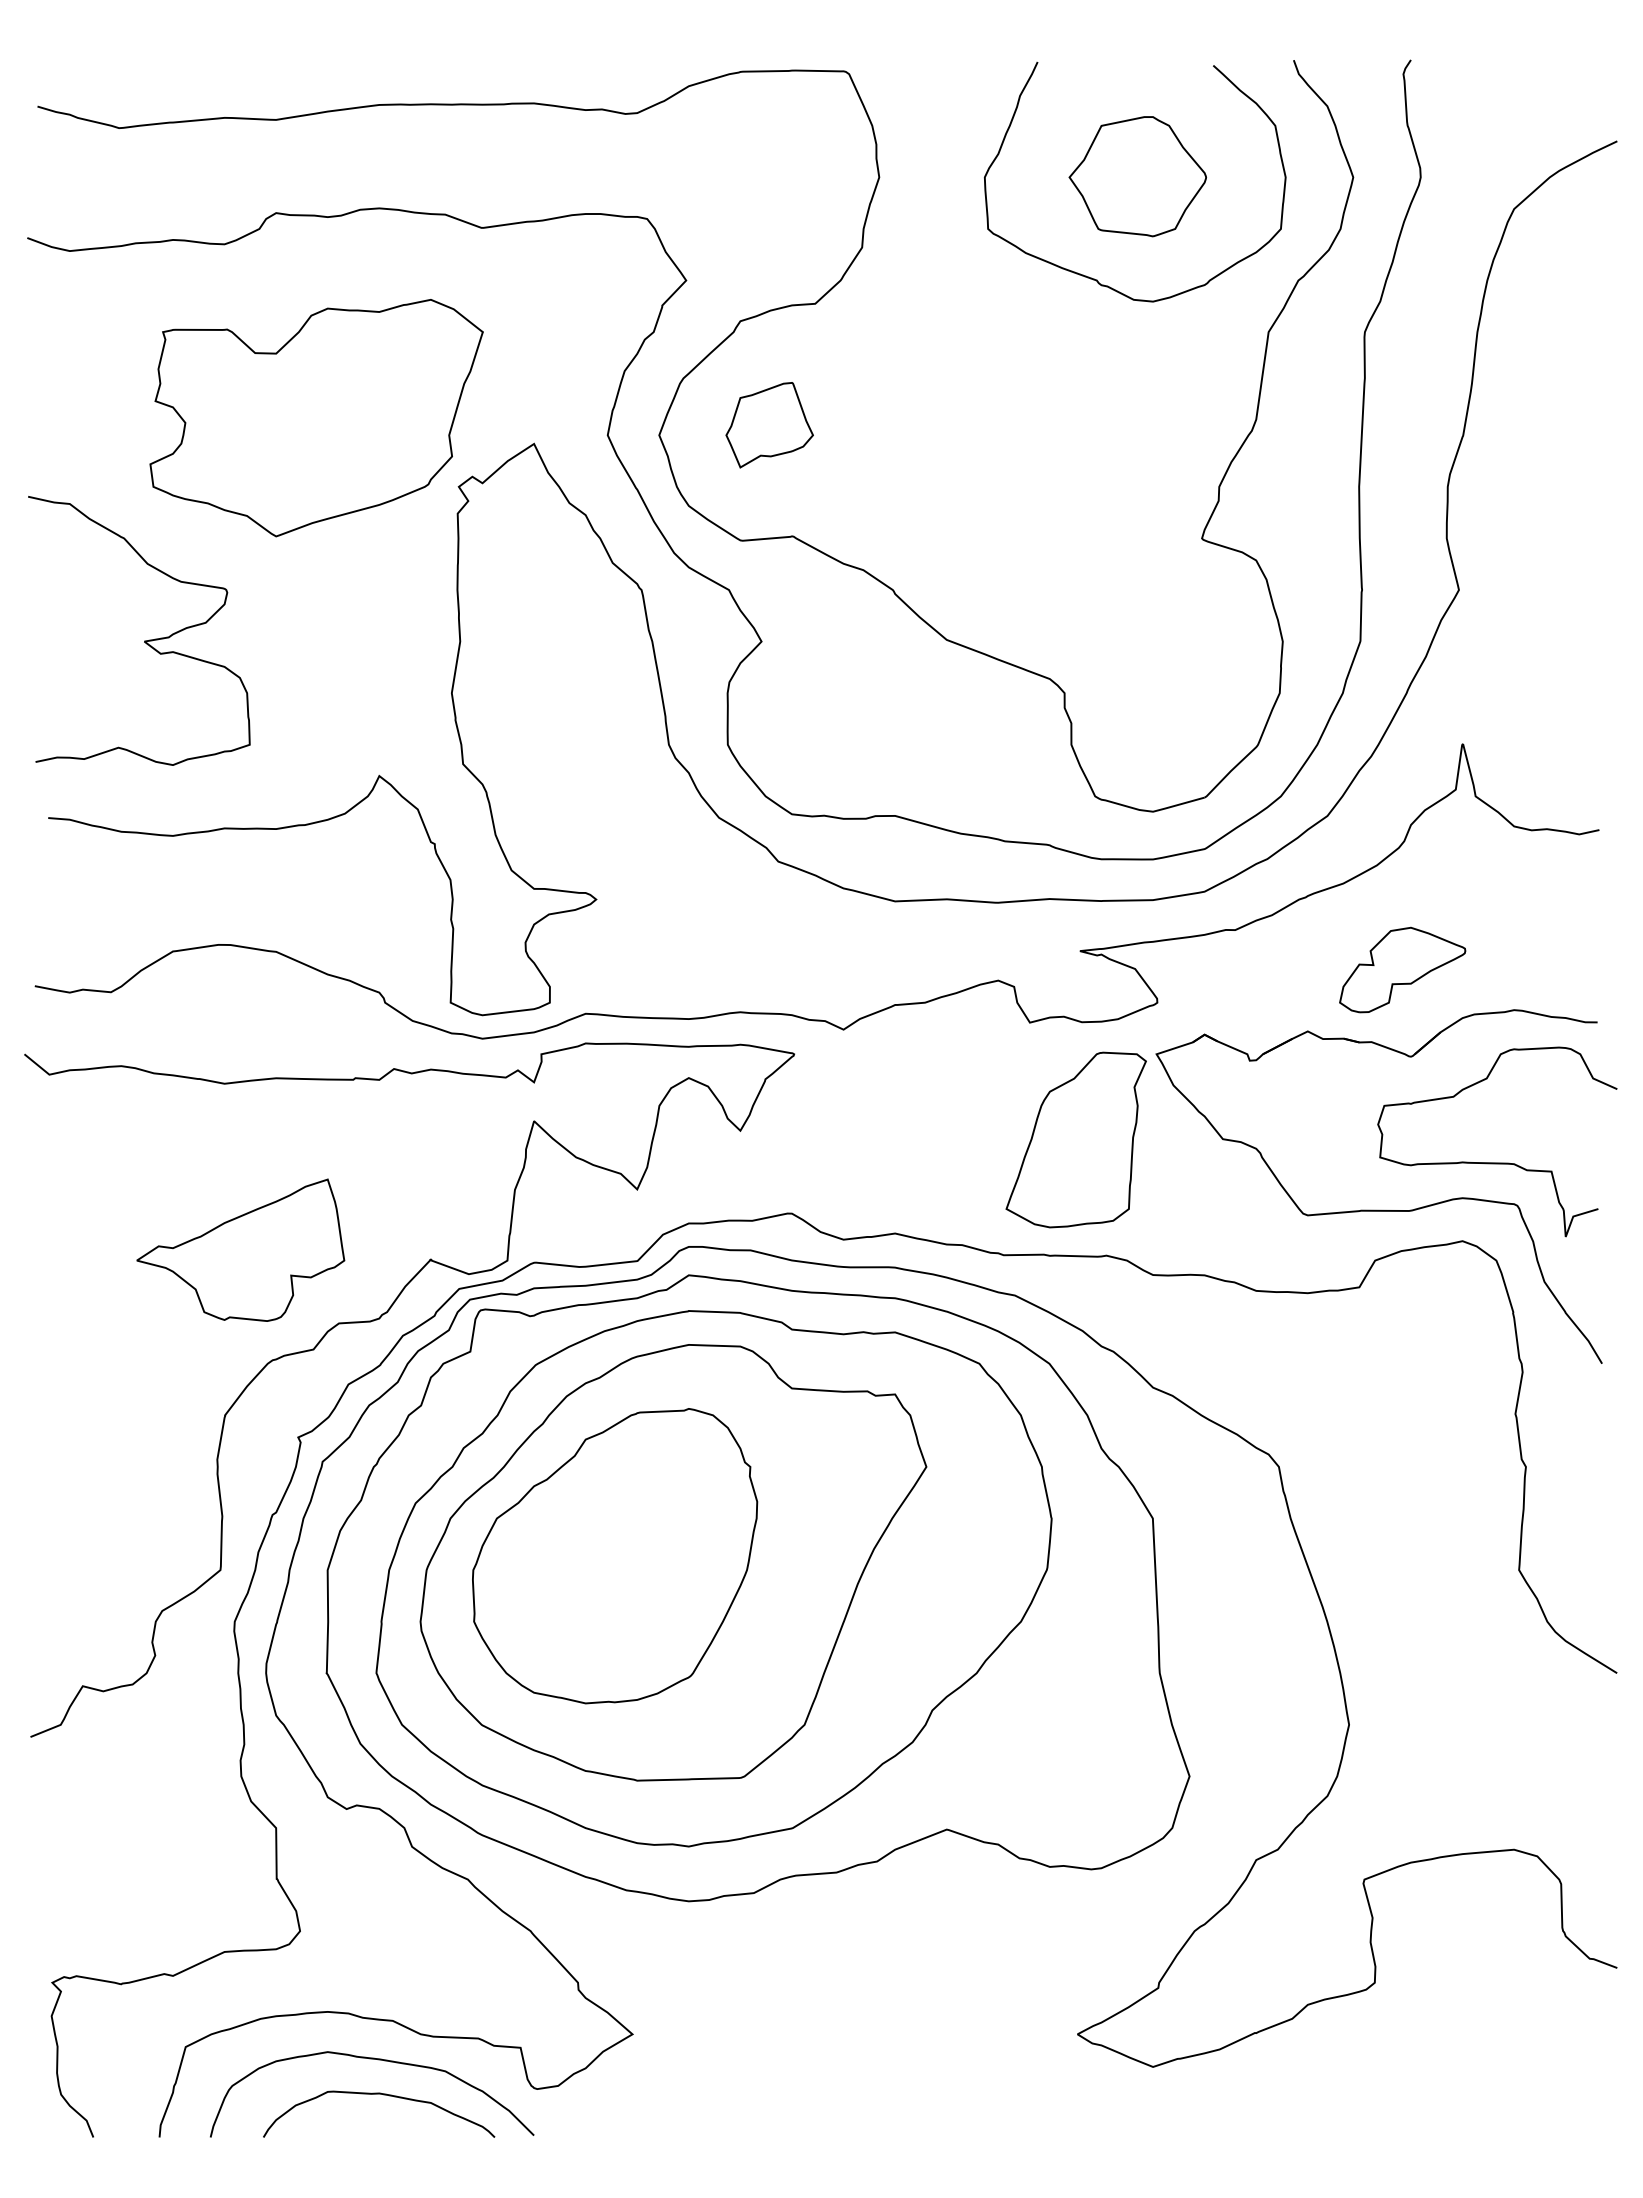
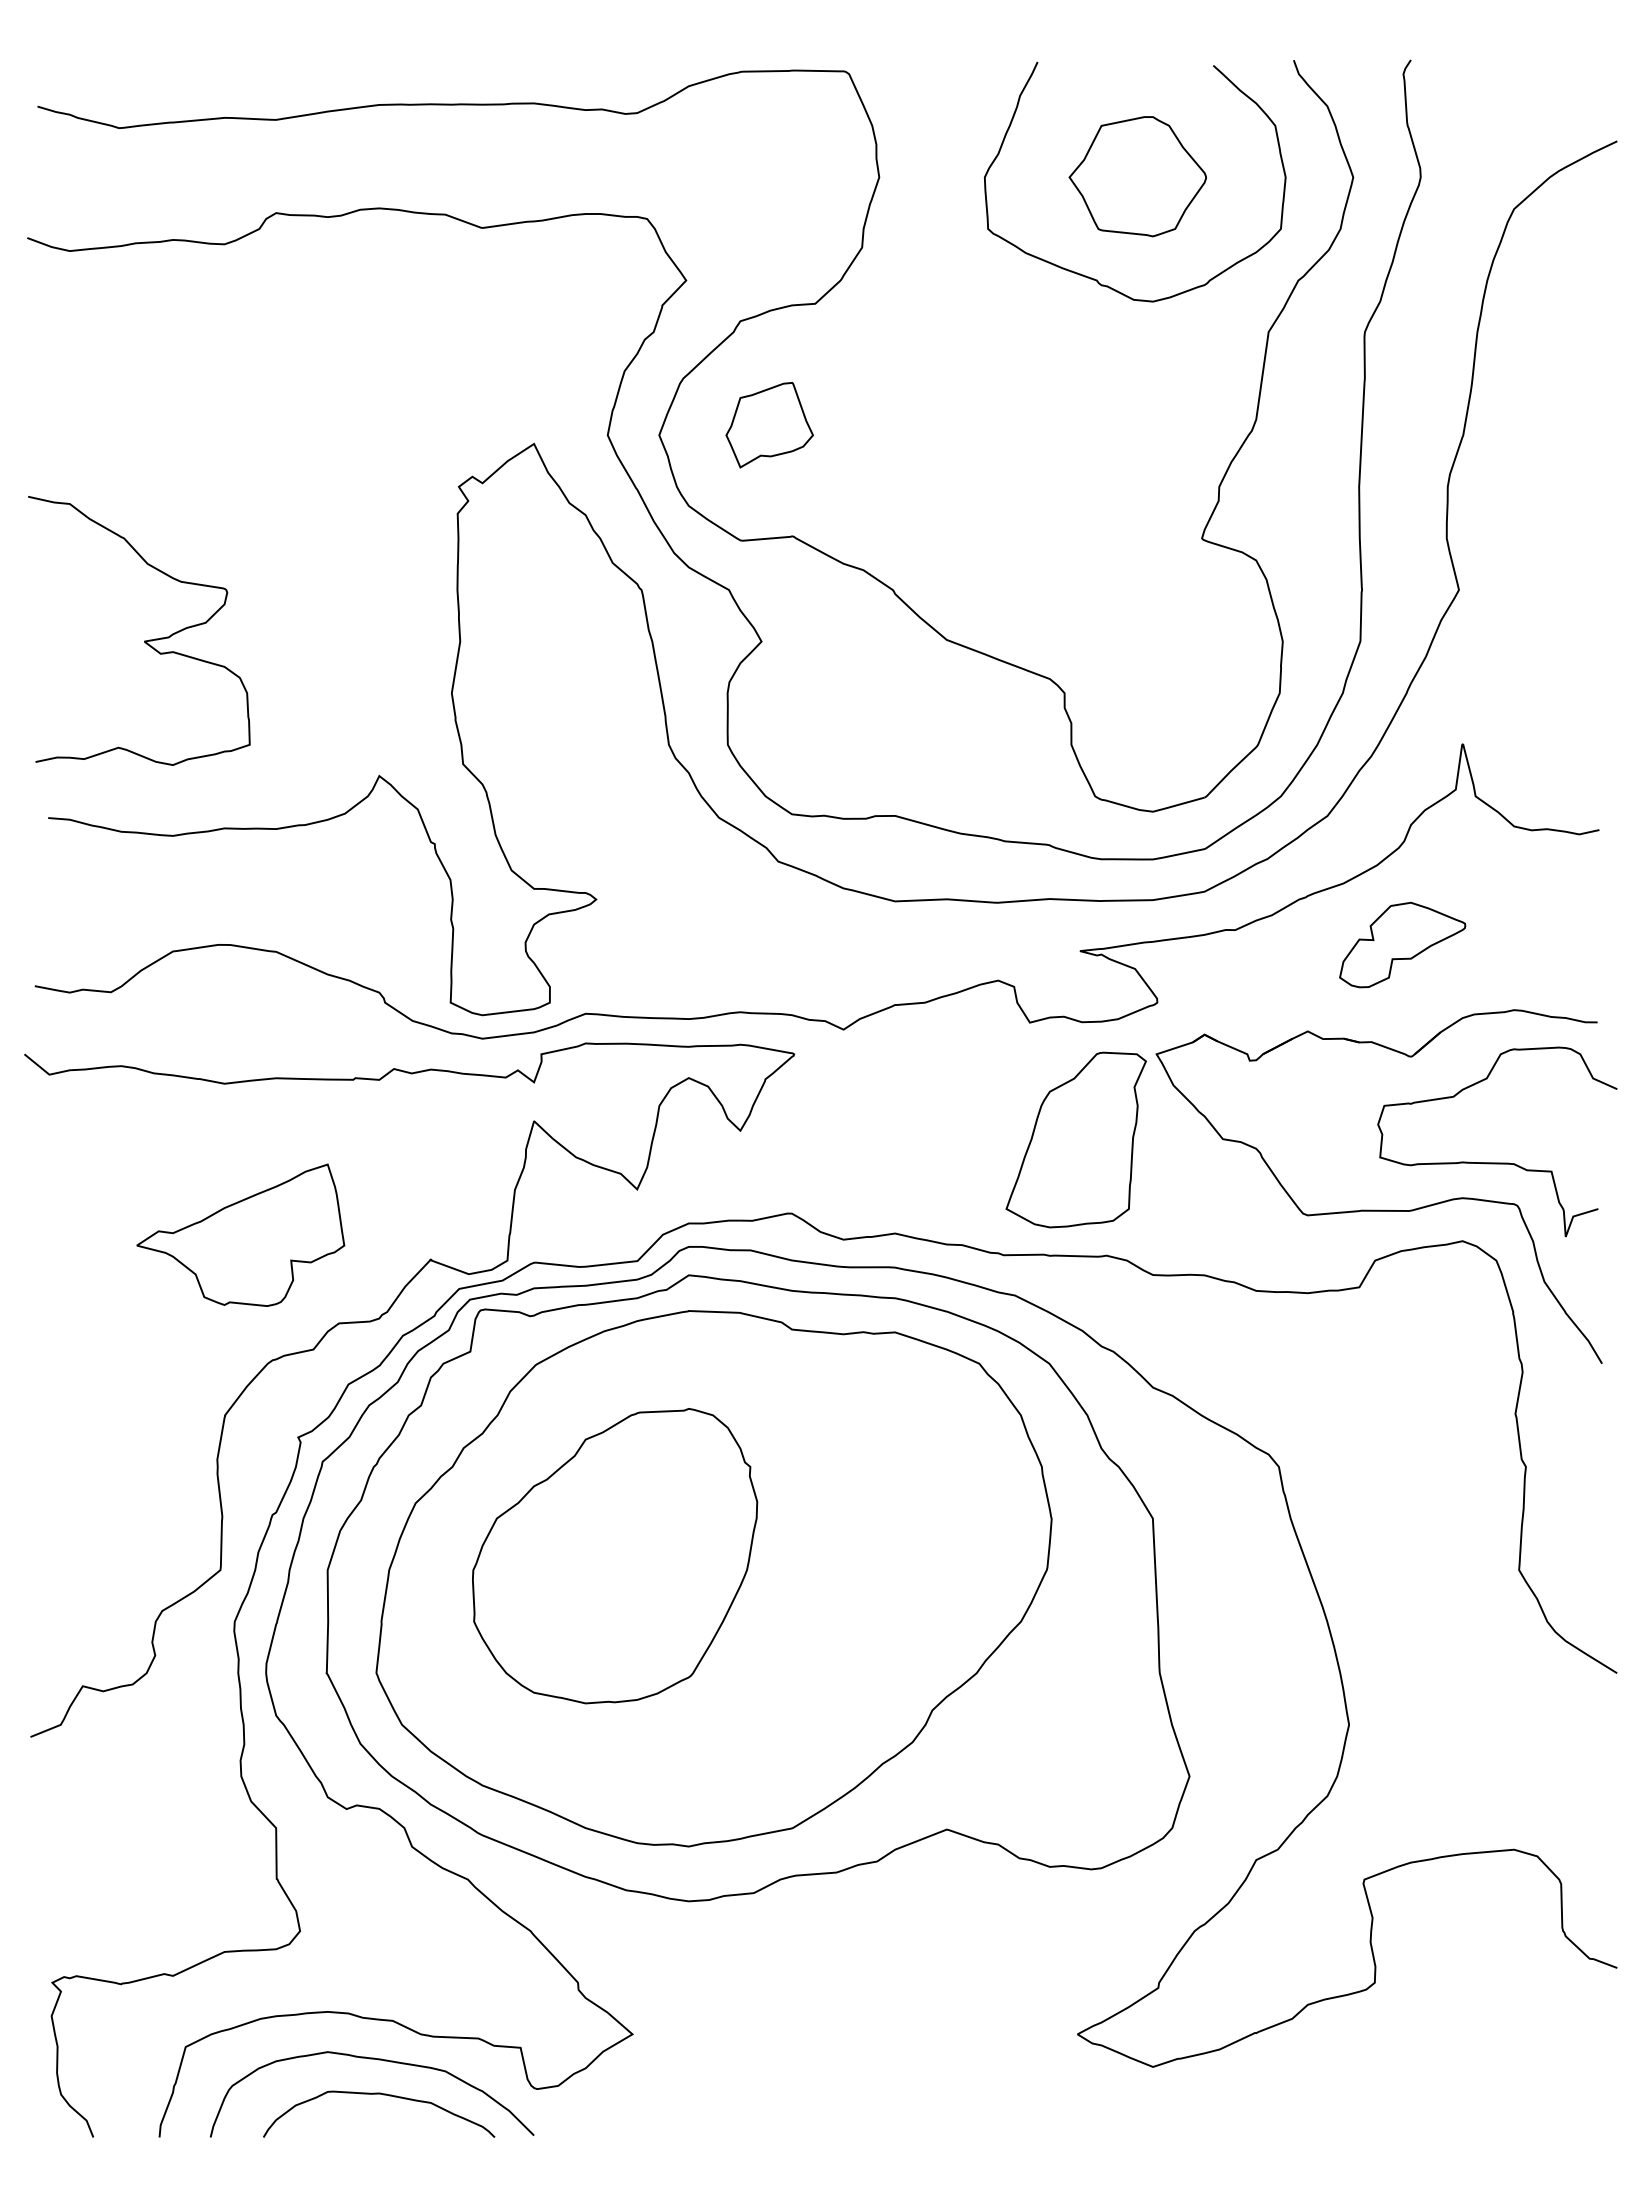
part at (316, 418): present -> none
part at (1402, 969) position: (1402, 969) -> (1402, 944)
part at (240, 1249) position: (240, 1249) -> (240, 1234)
part at (673, 1562): present -> none
